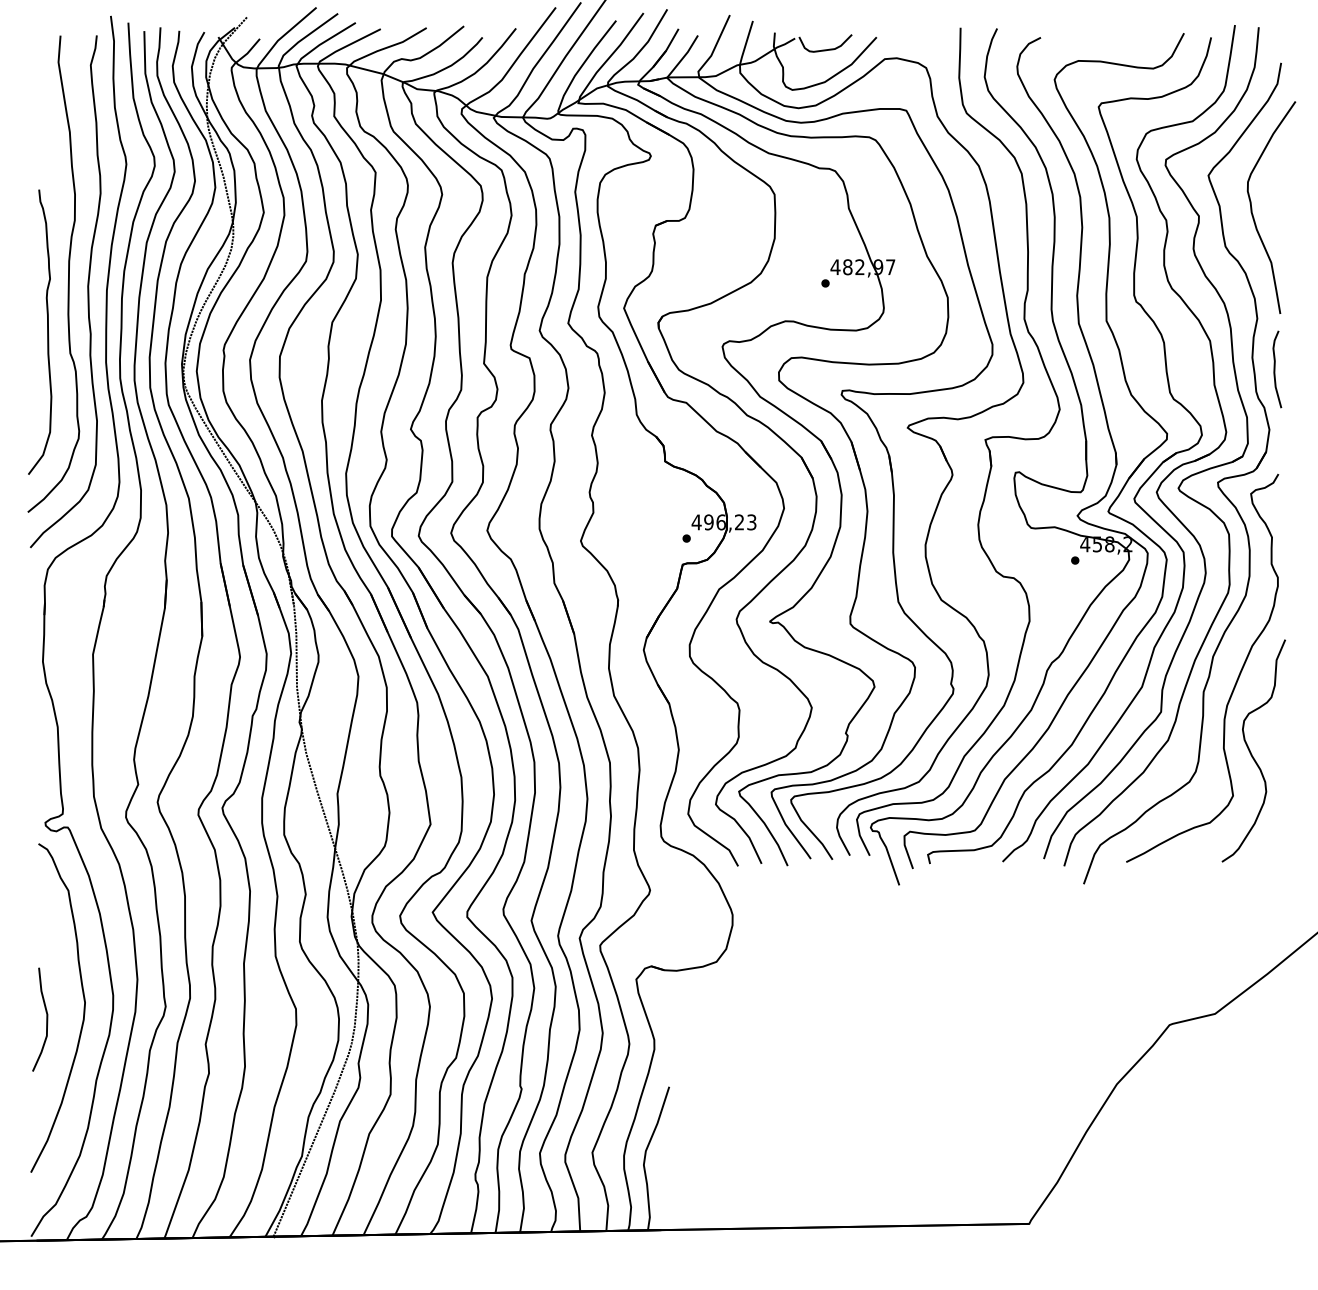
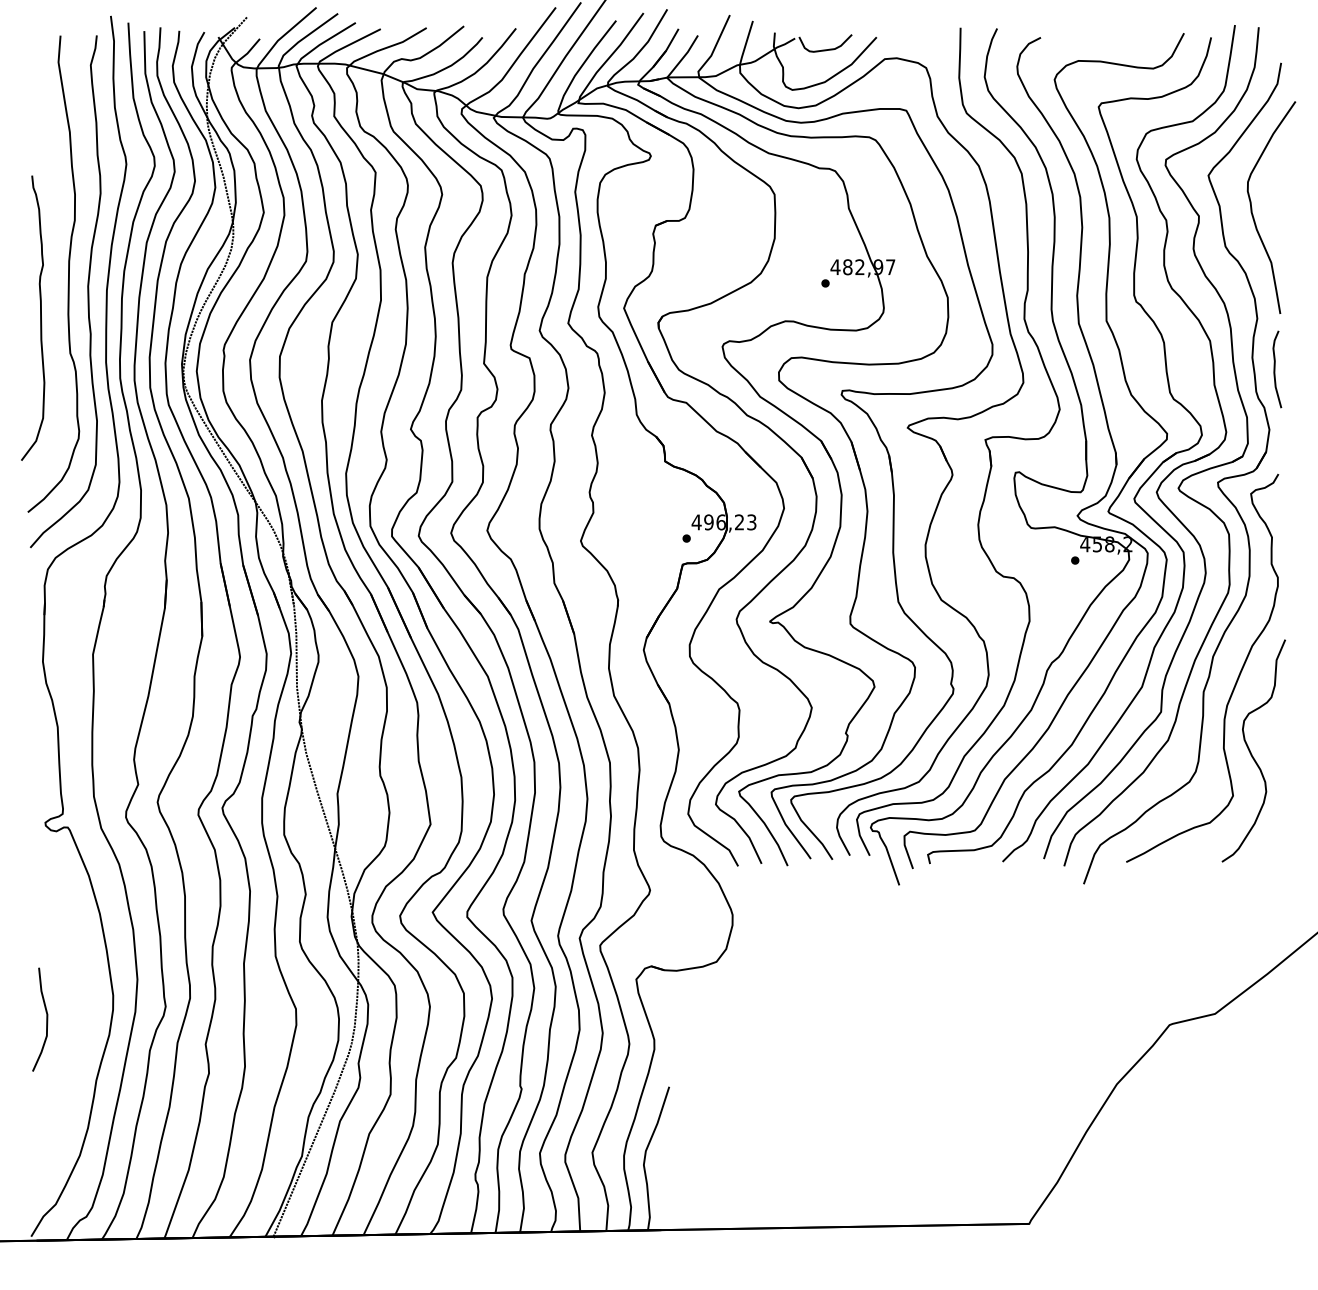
part at (47, 331) position: (47, 331) -> (40, 317)
part at (83, 1007): present -> none
